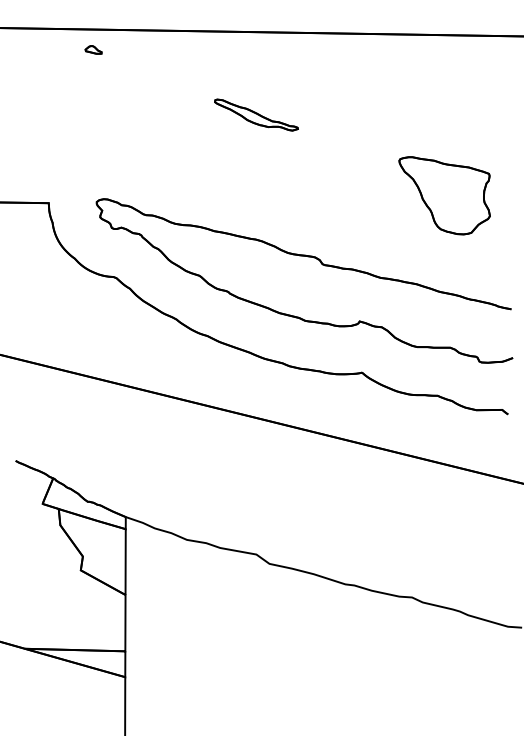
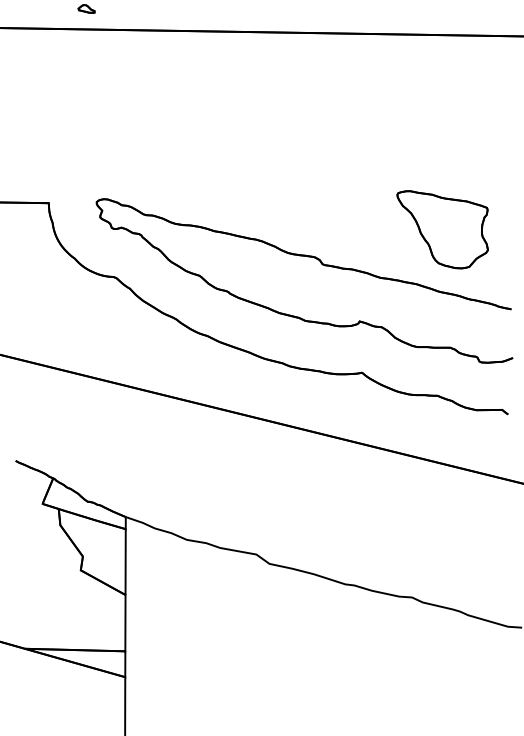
part at (93, 49) position: (93, 49) -> (86, 8)
part at (256, 114): present -> none
part at (444, 195) position: (444, 195) -> (442, 229)
